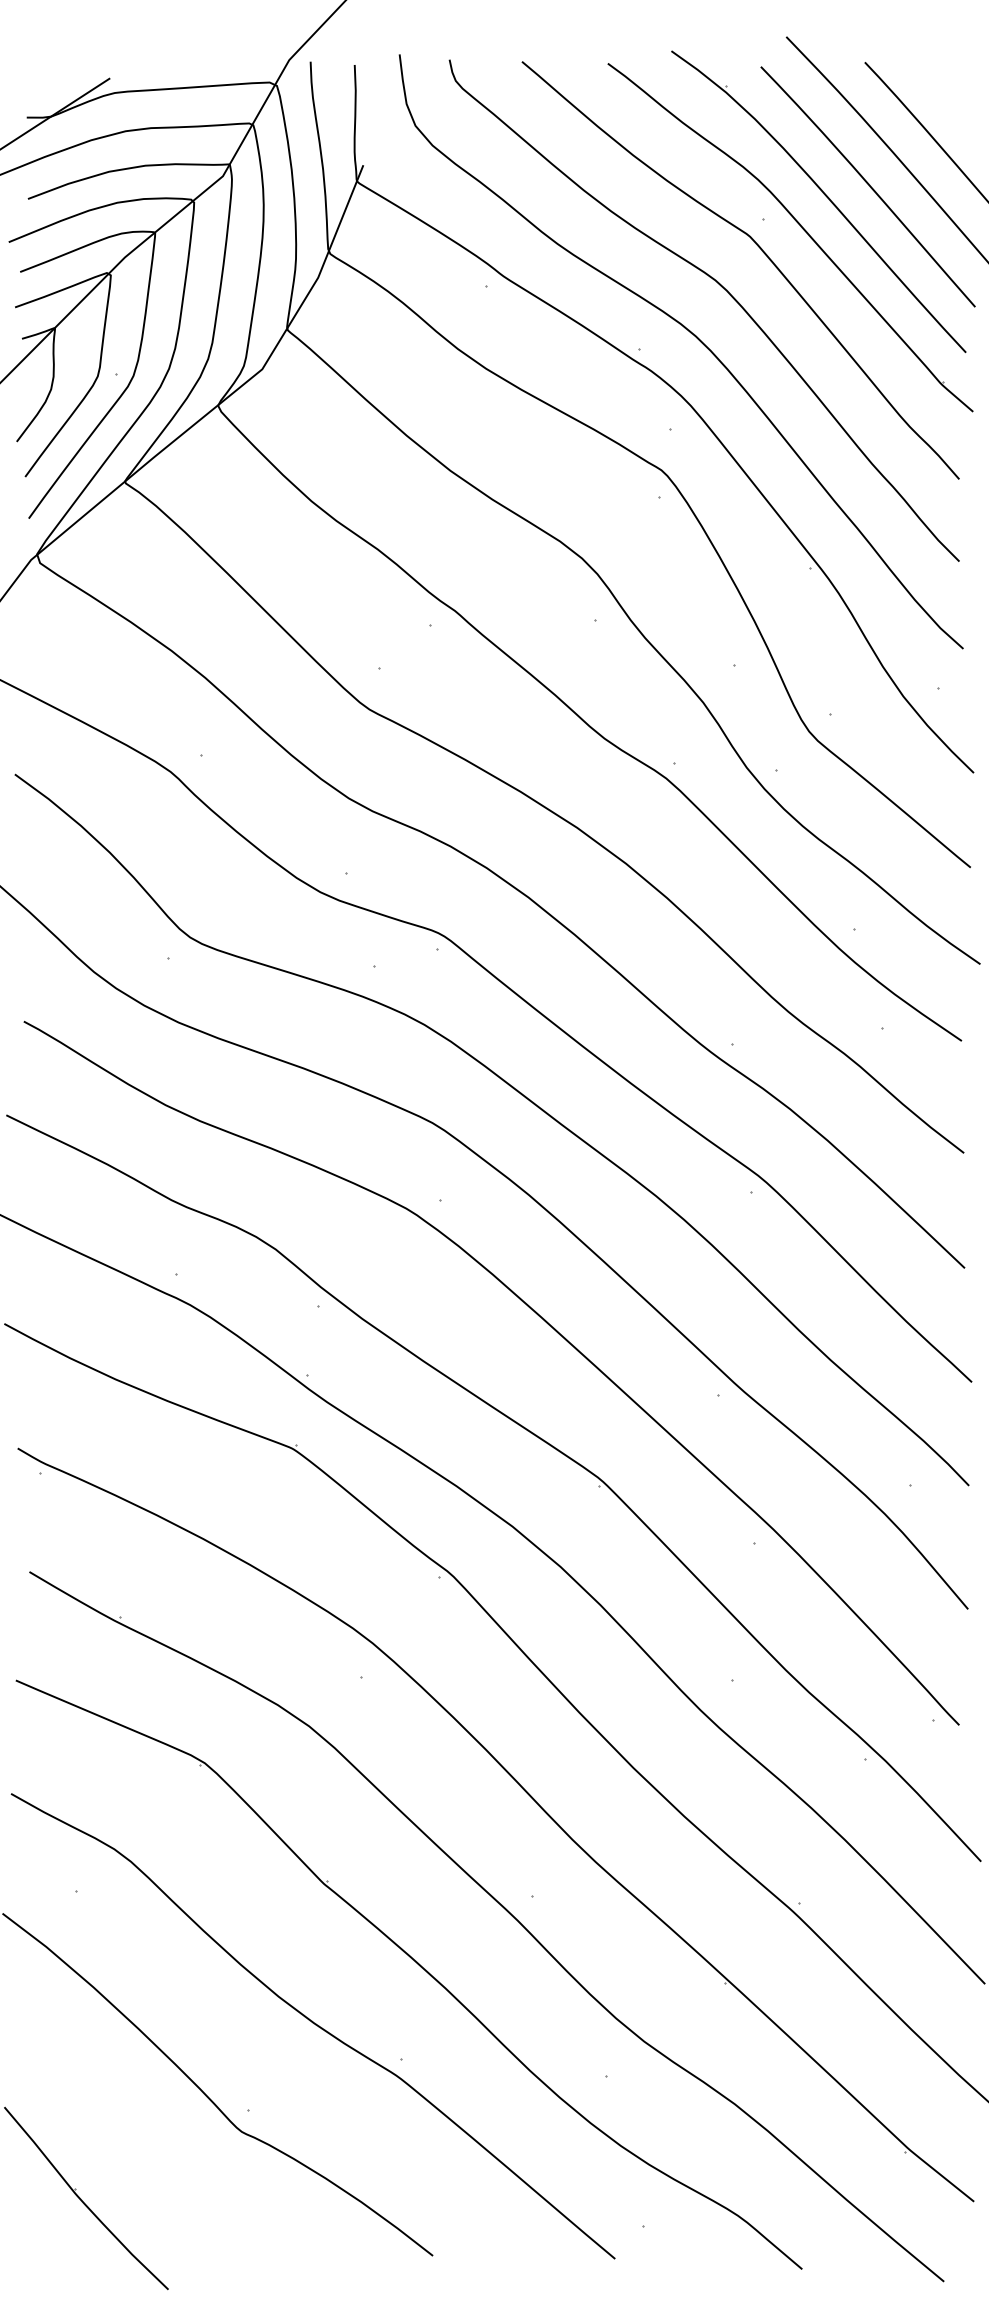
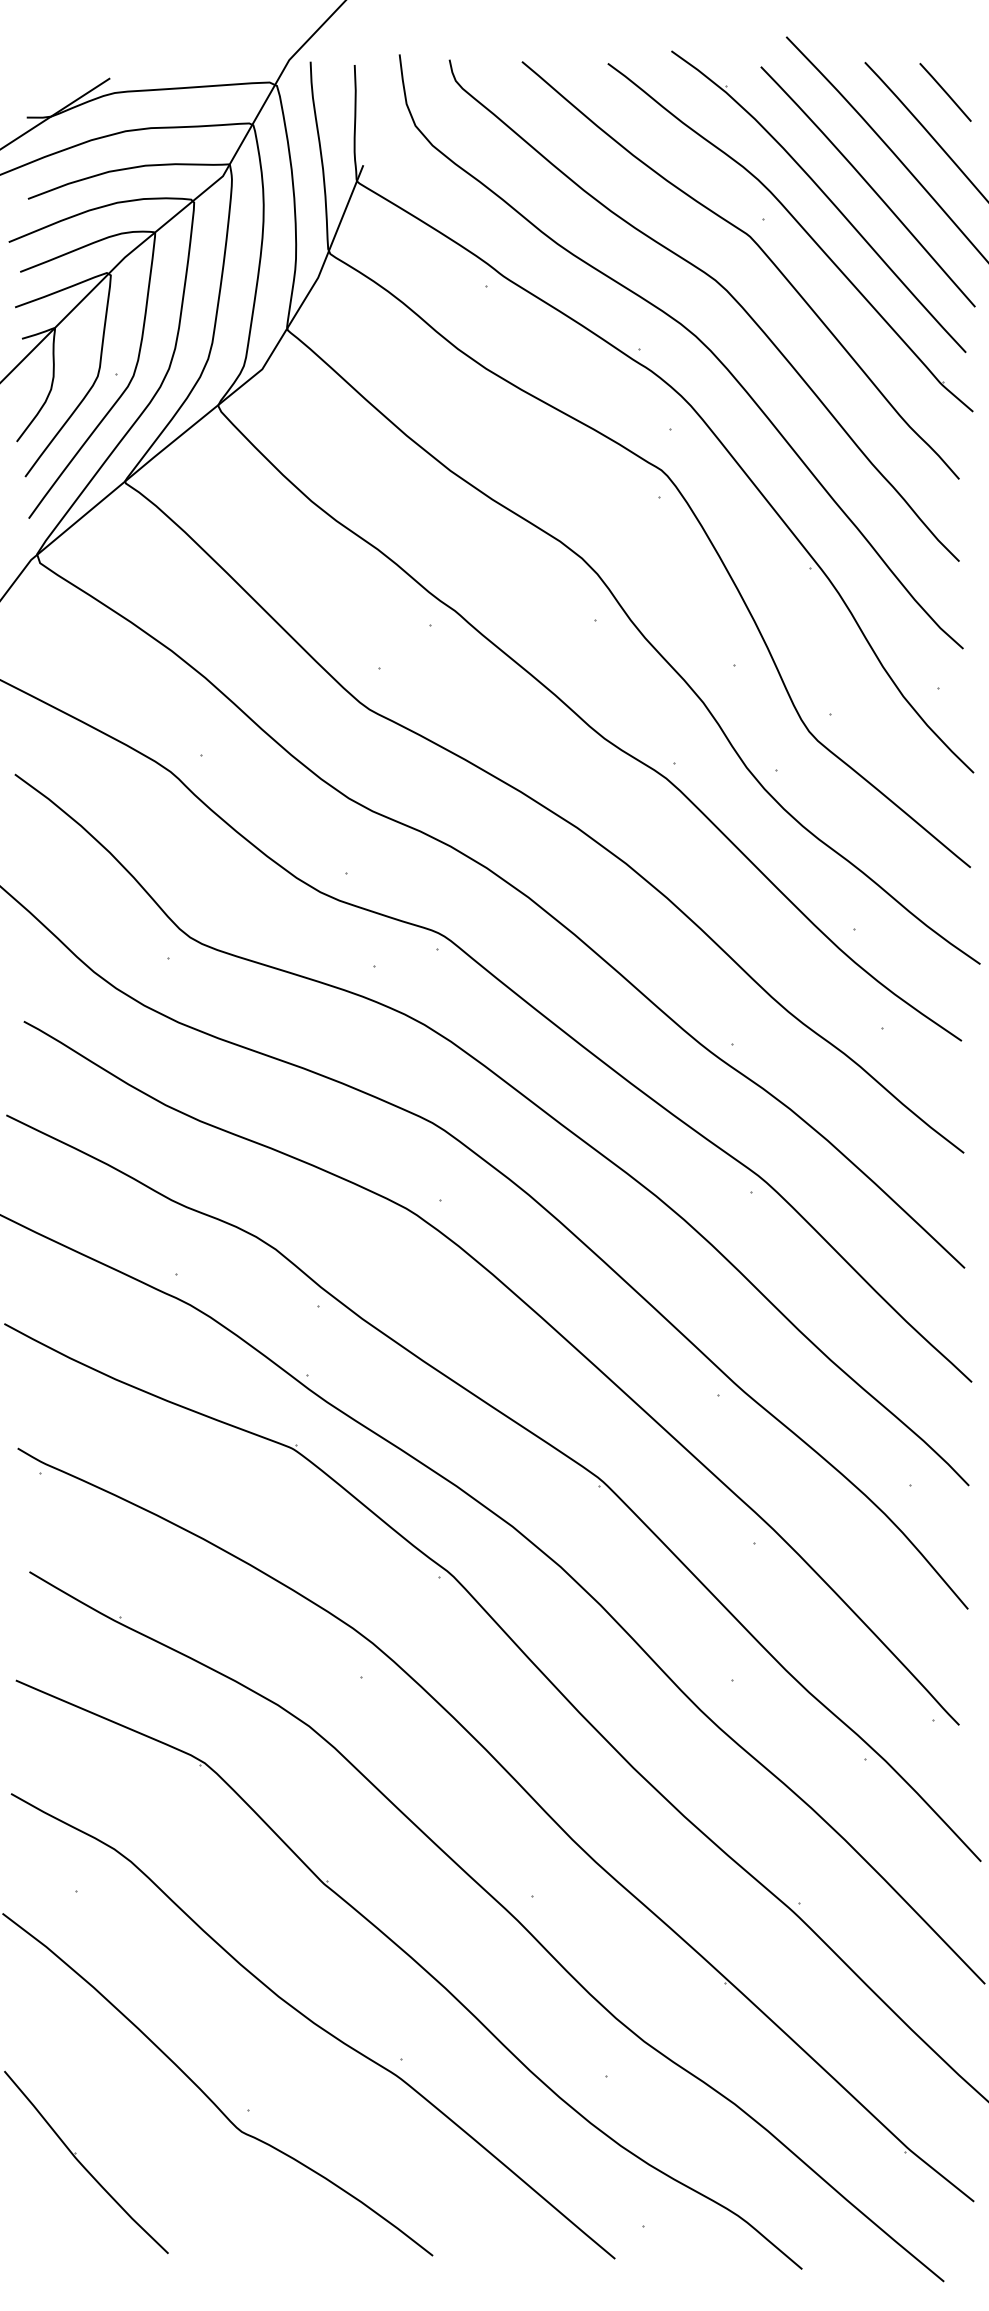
line at (945, 92): none -> present
part at (86, 2198) position: (86, 2198) -> (86, 2162)
